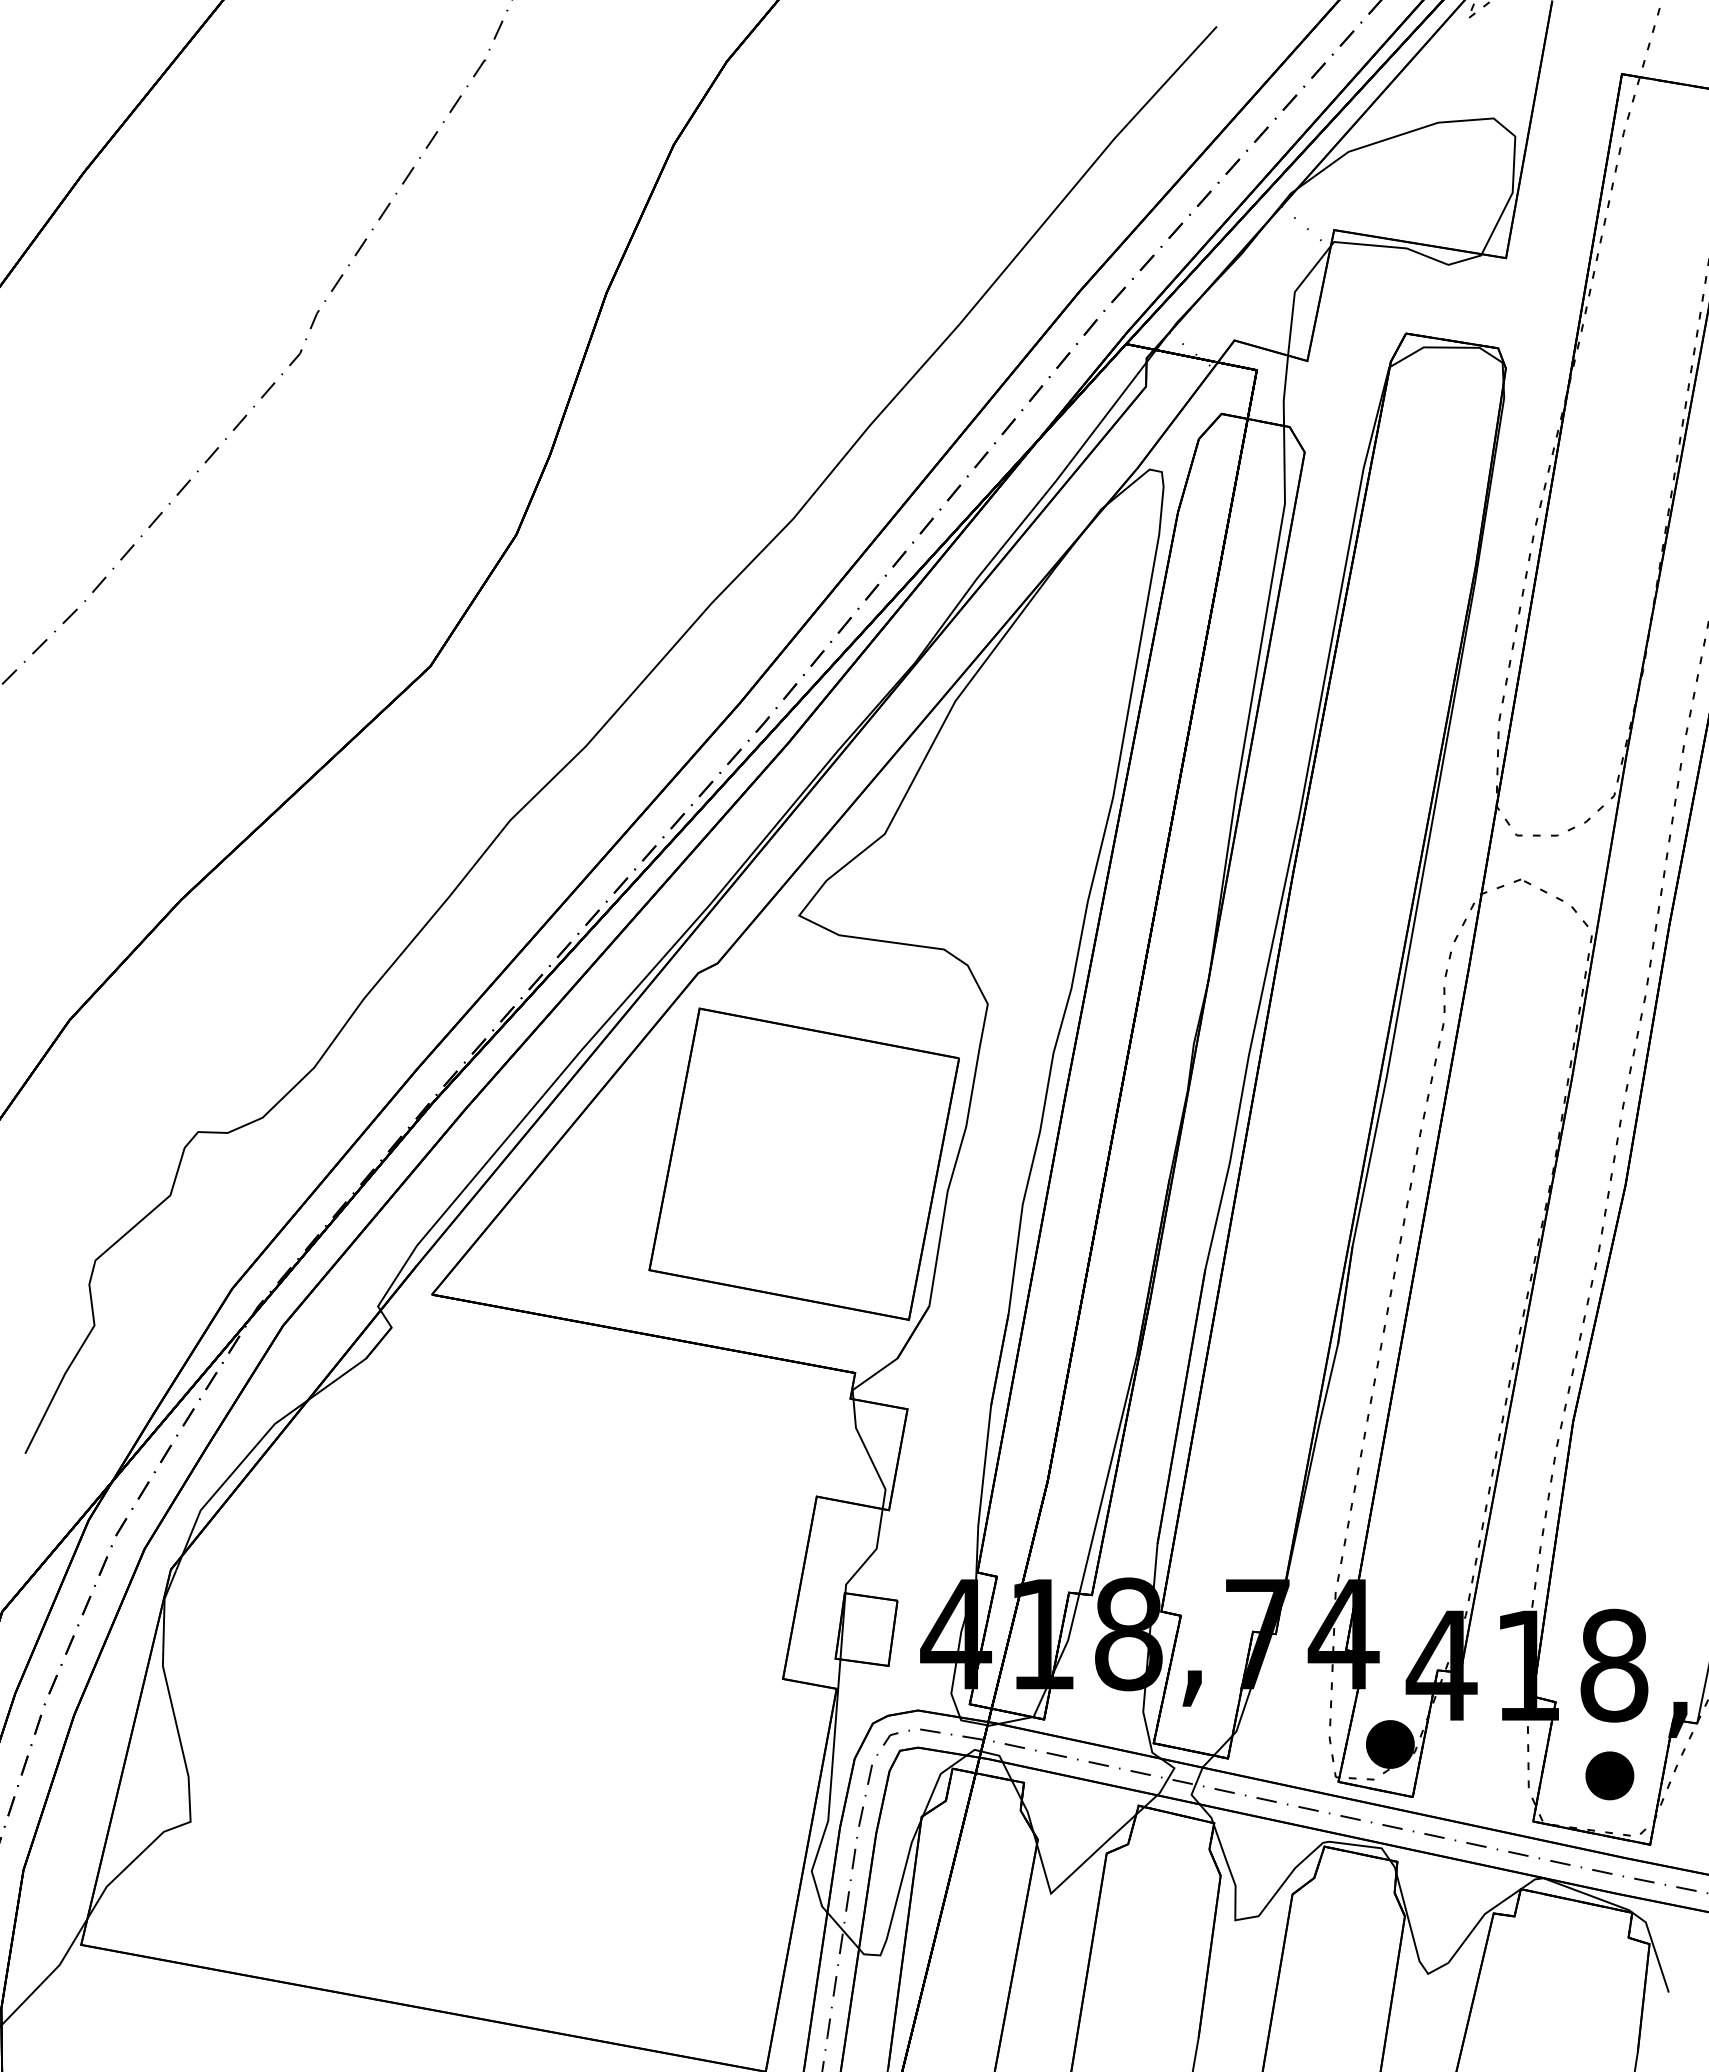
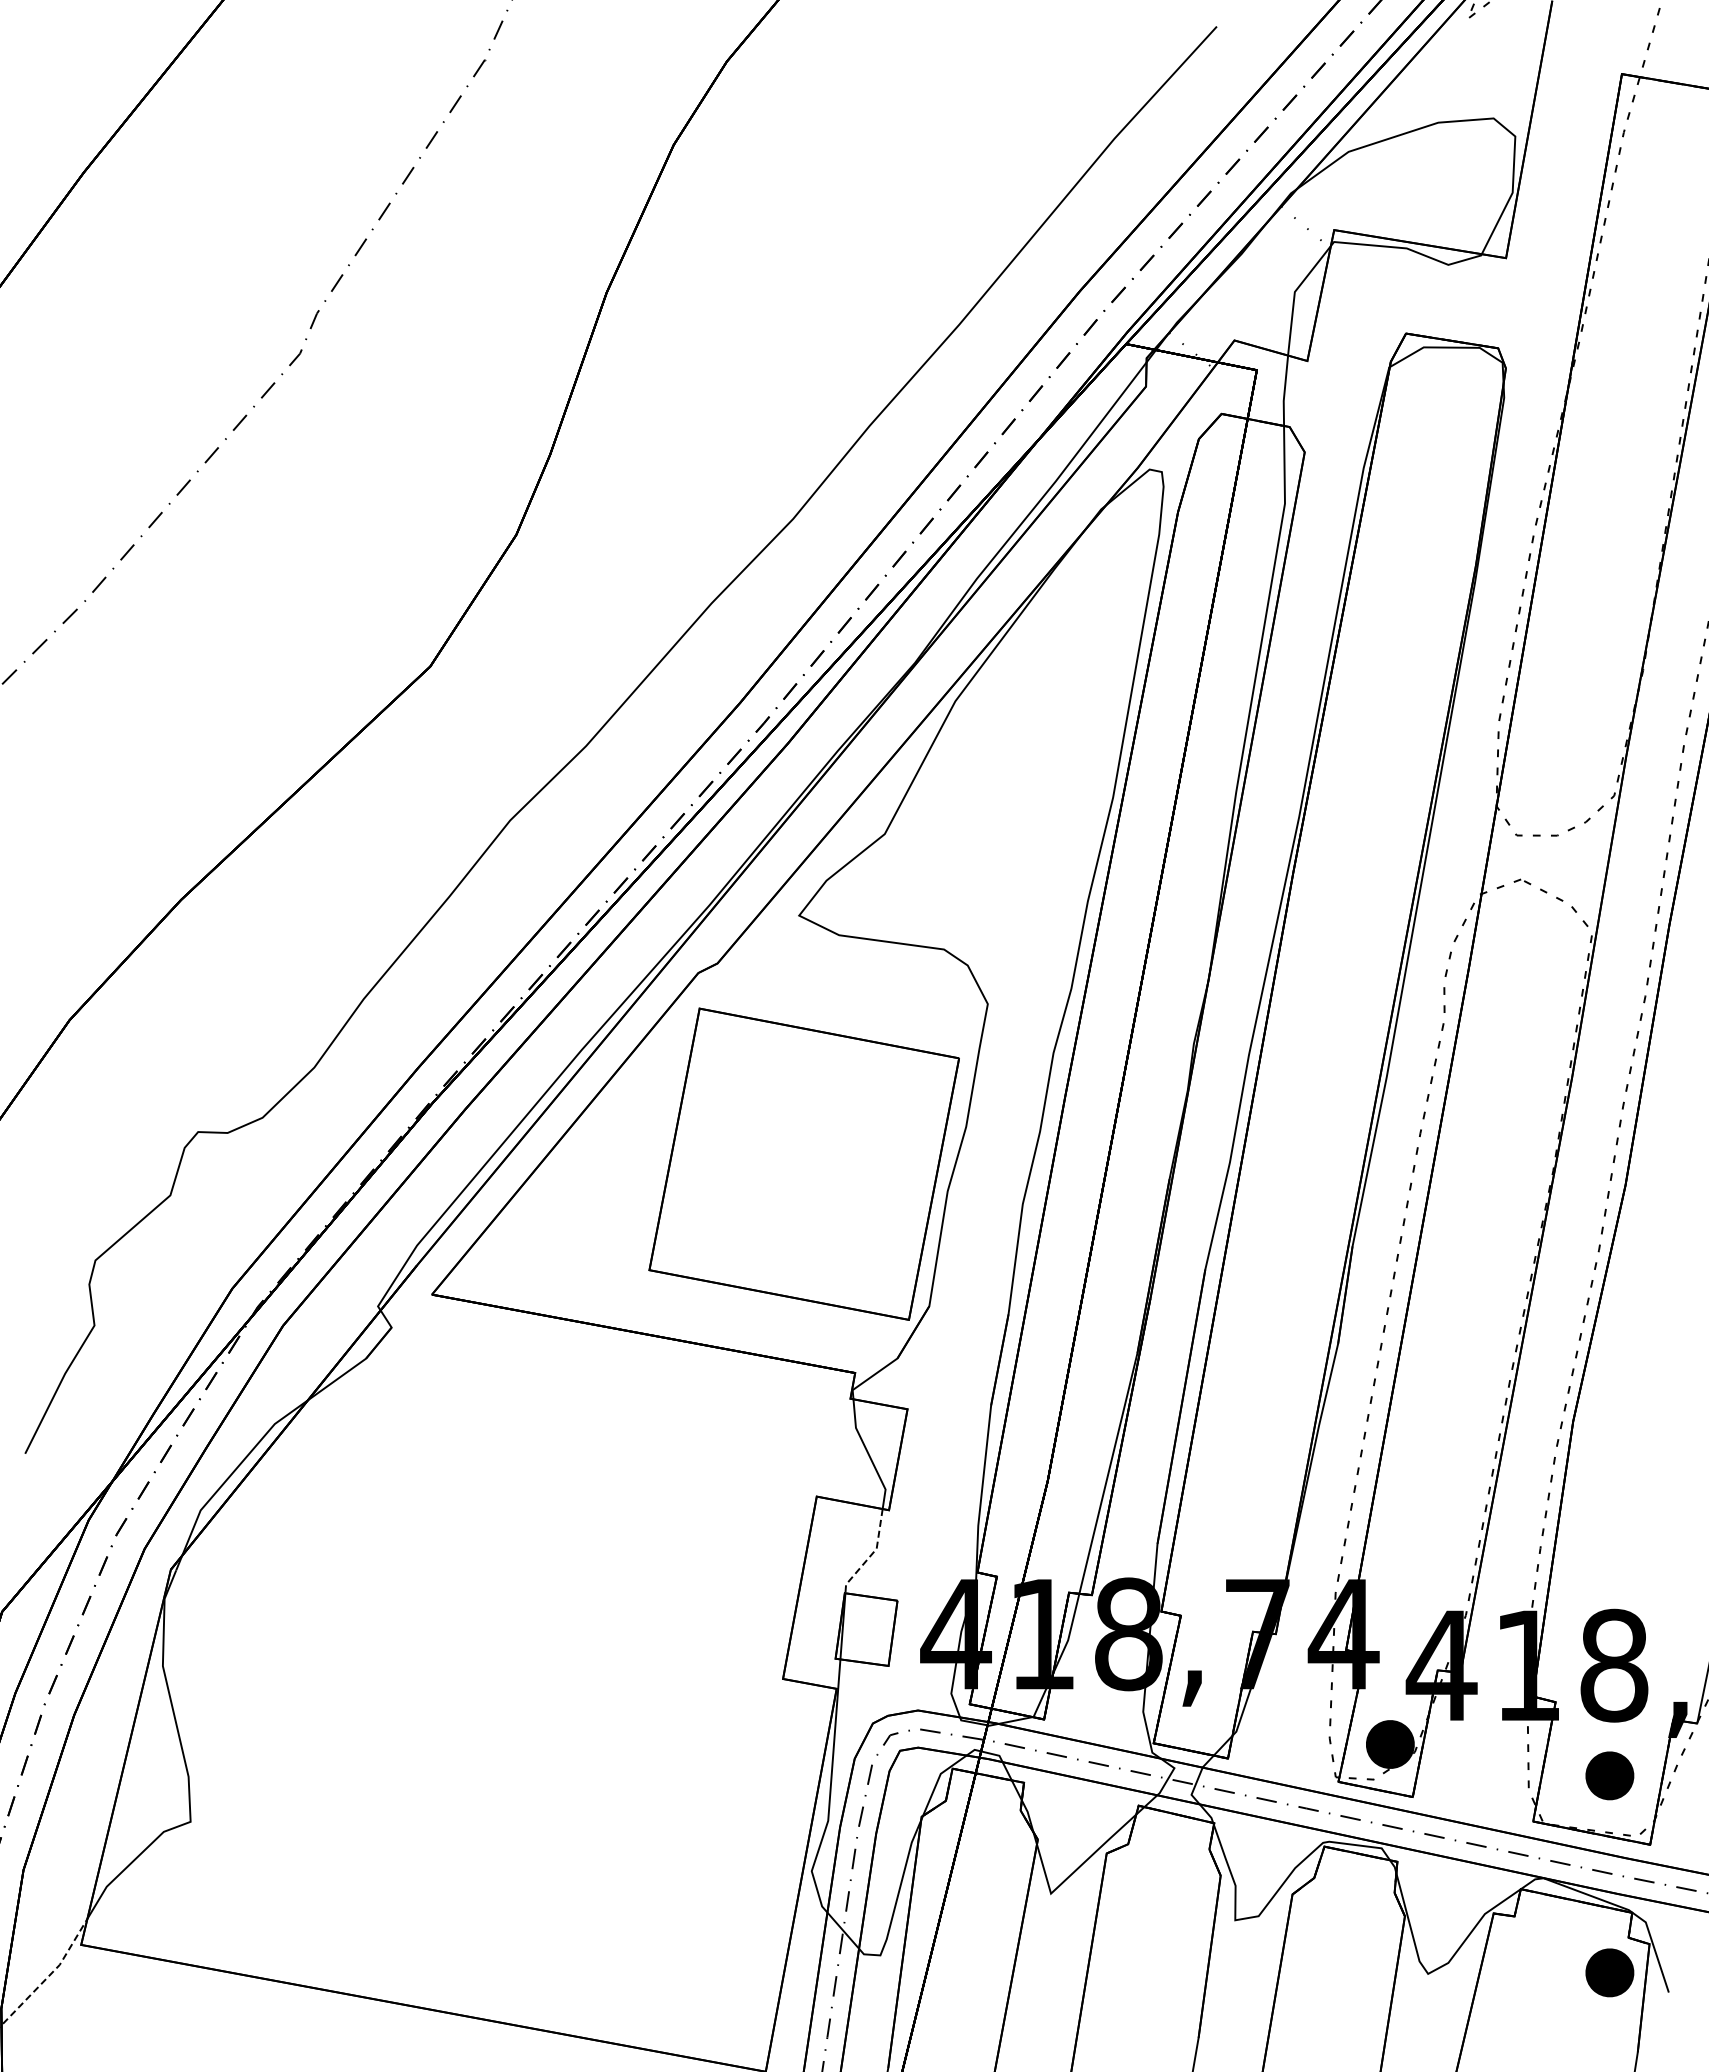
line at (871, 1554): solid -> dashed
part at (1609, 1972): none -> present
line at (49, 1975): solid -> dashed
